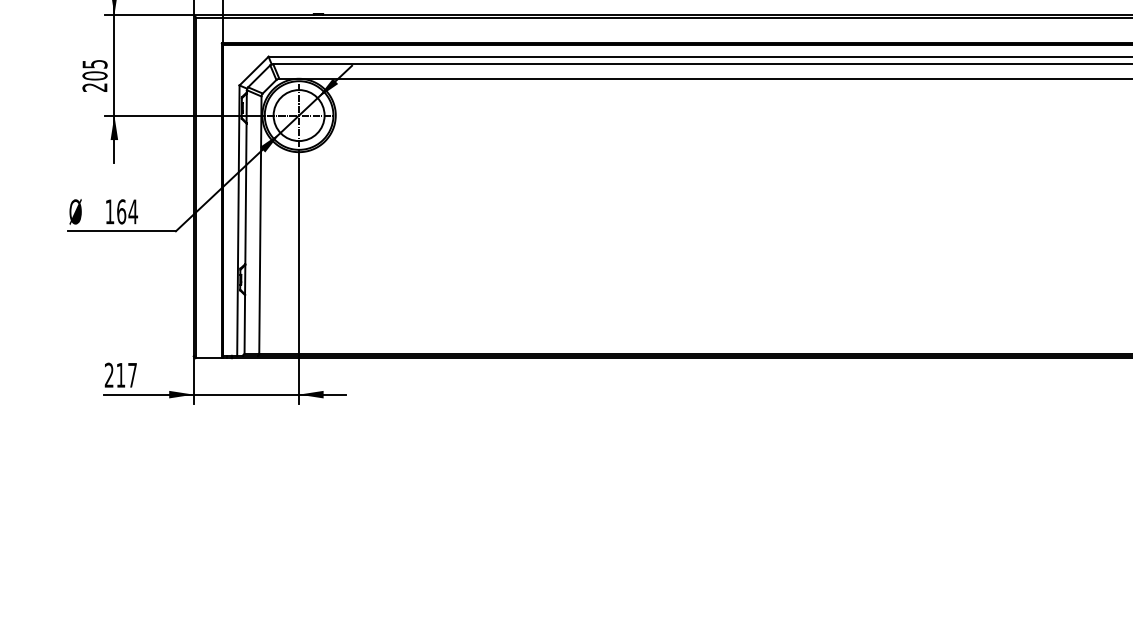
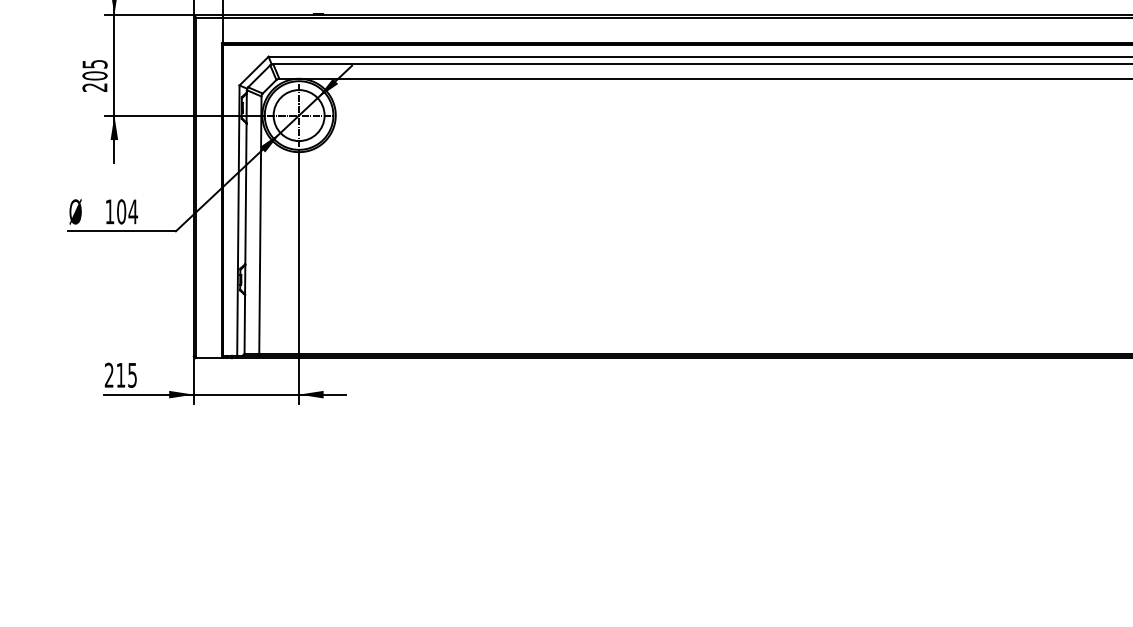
text at (121, 211): 164 -> 104
text at (132, 375): 217 -> 215
